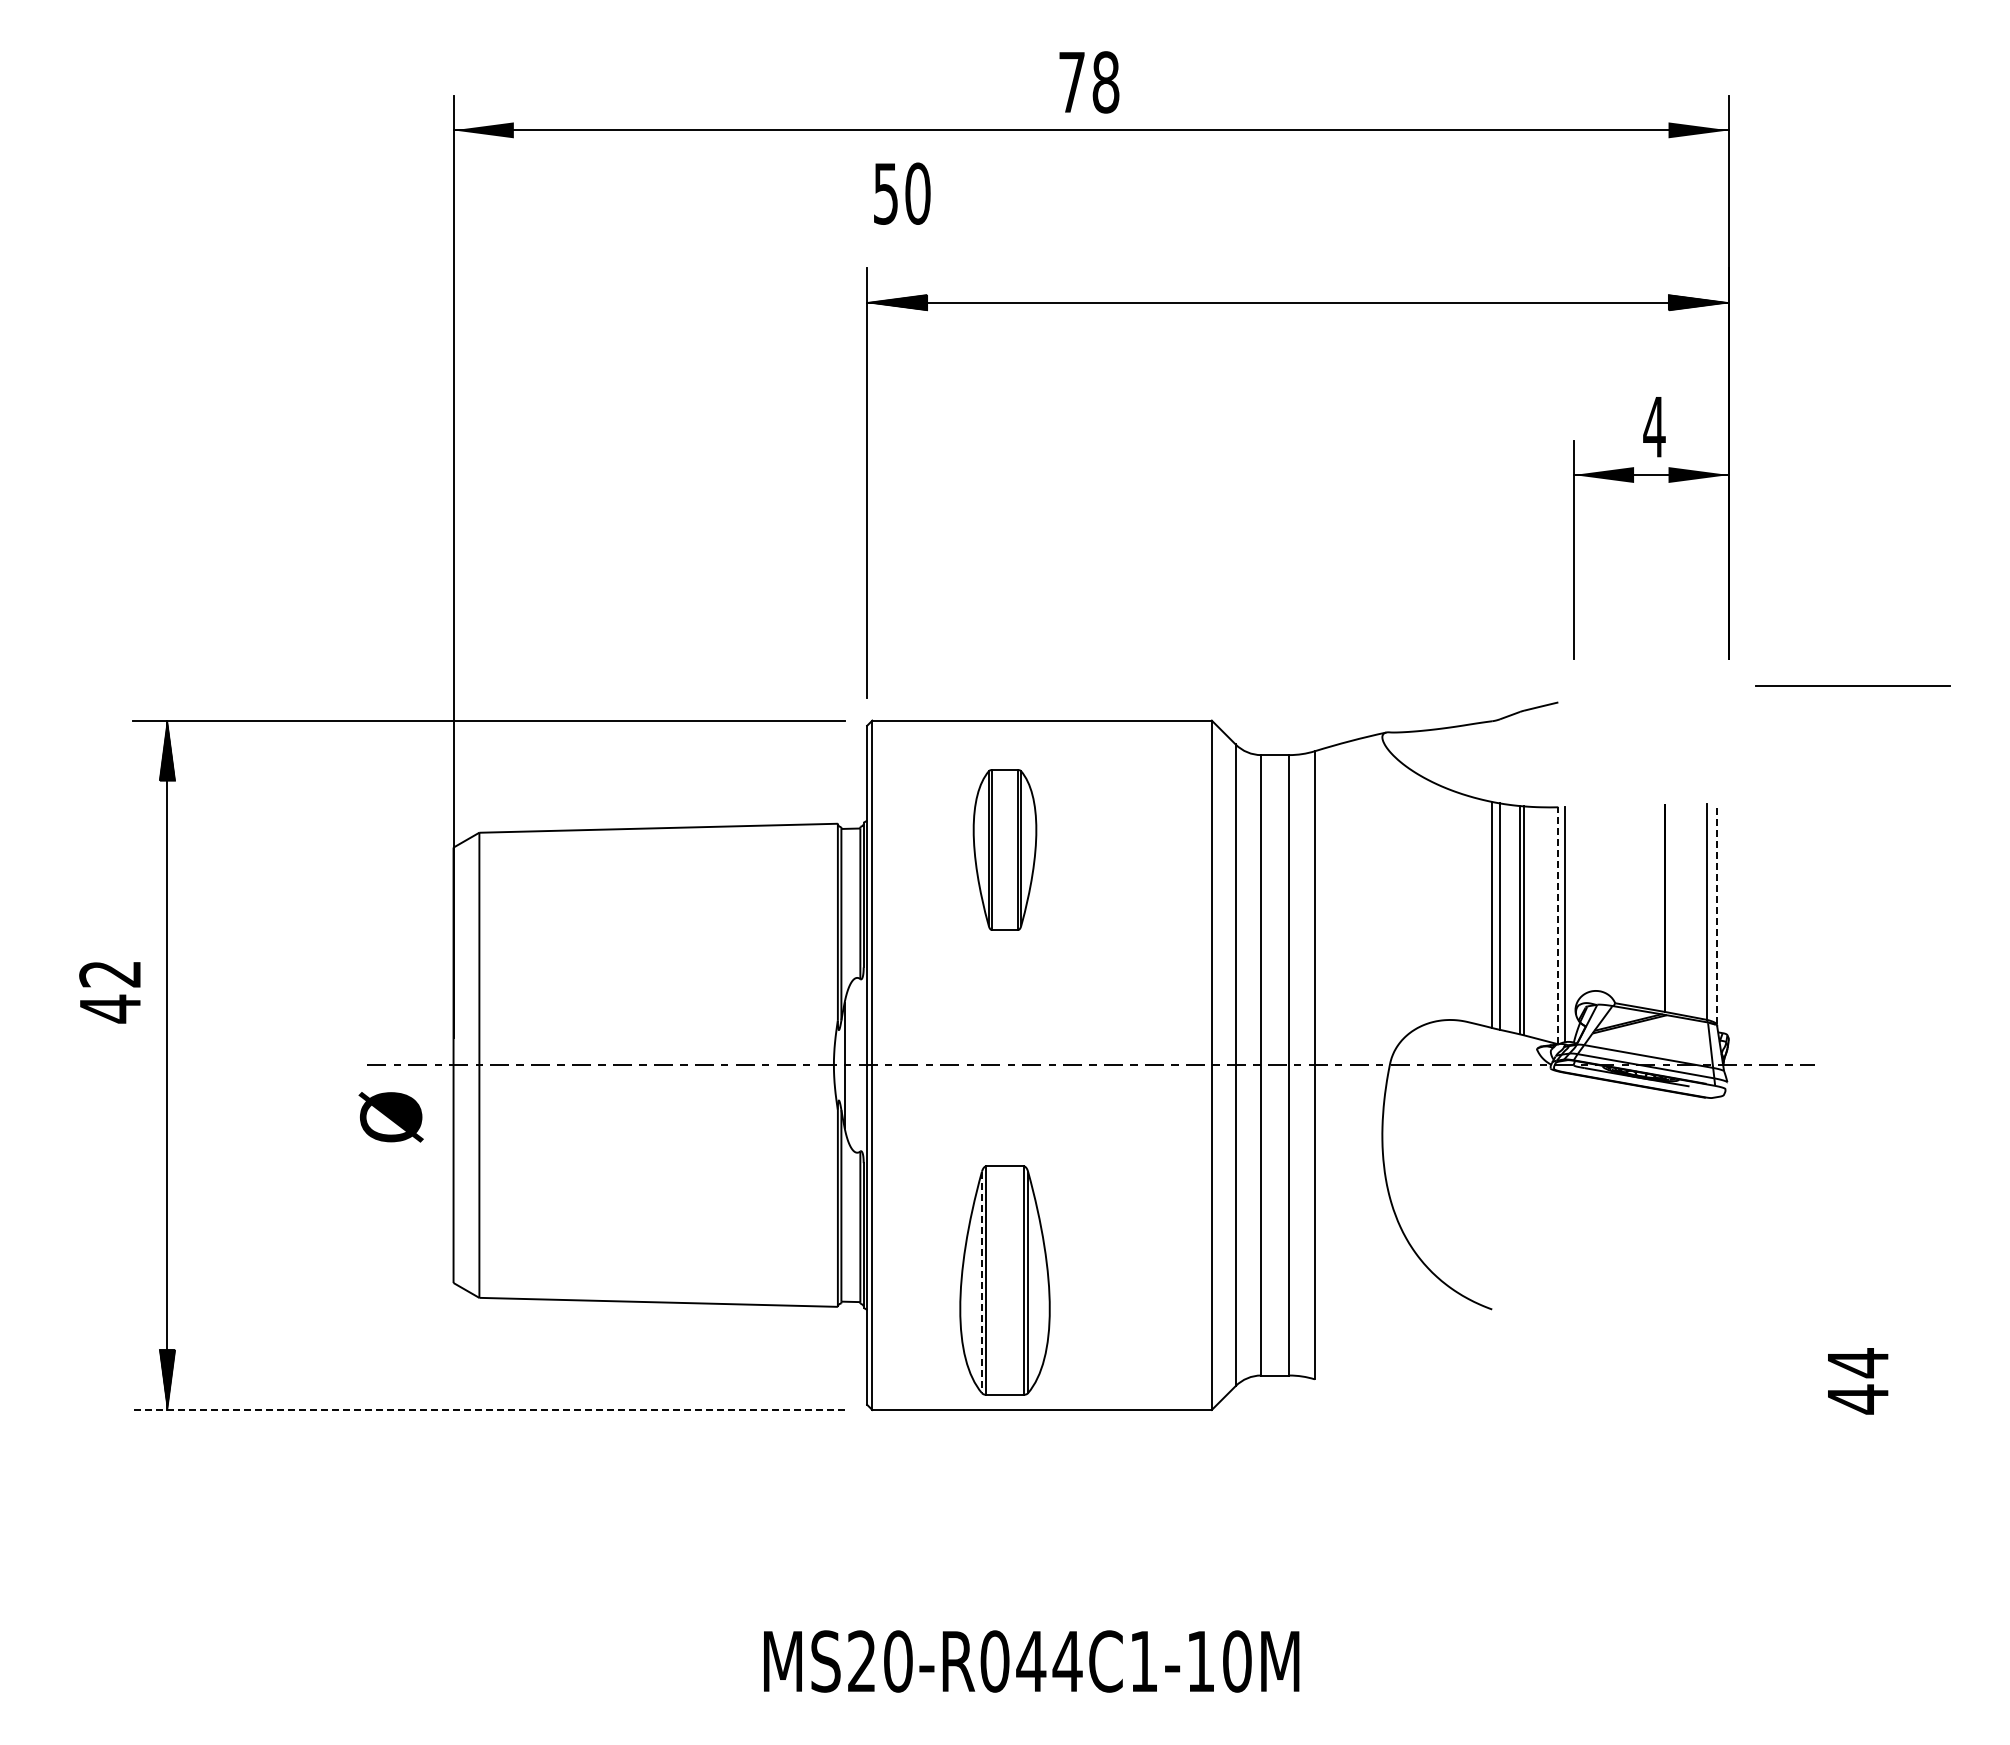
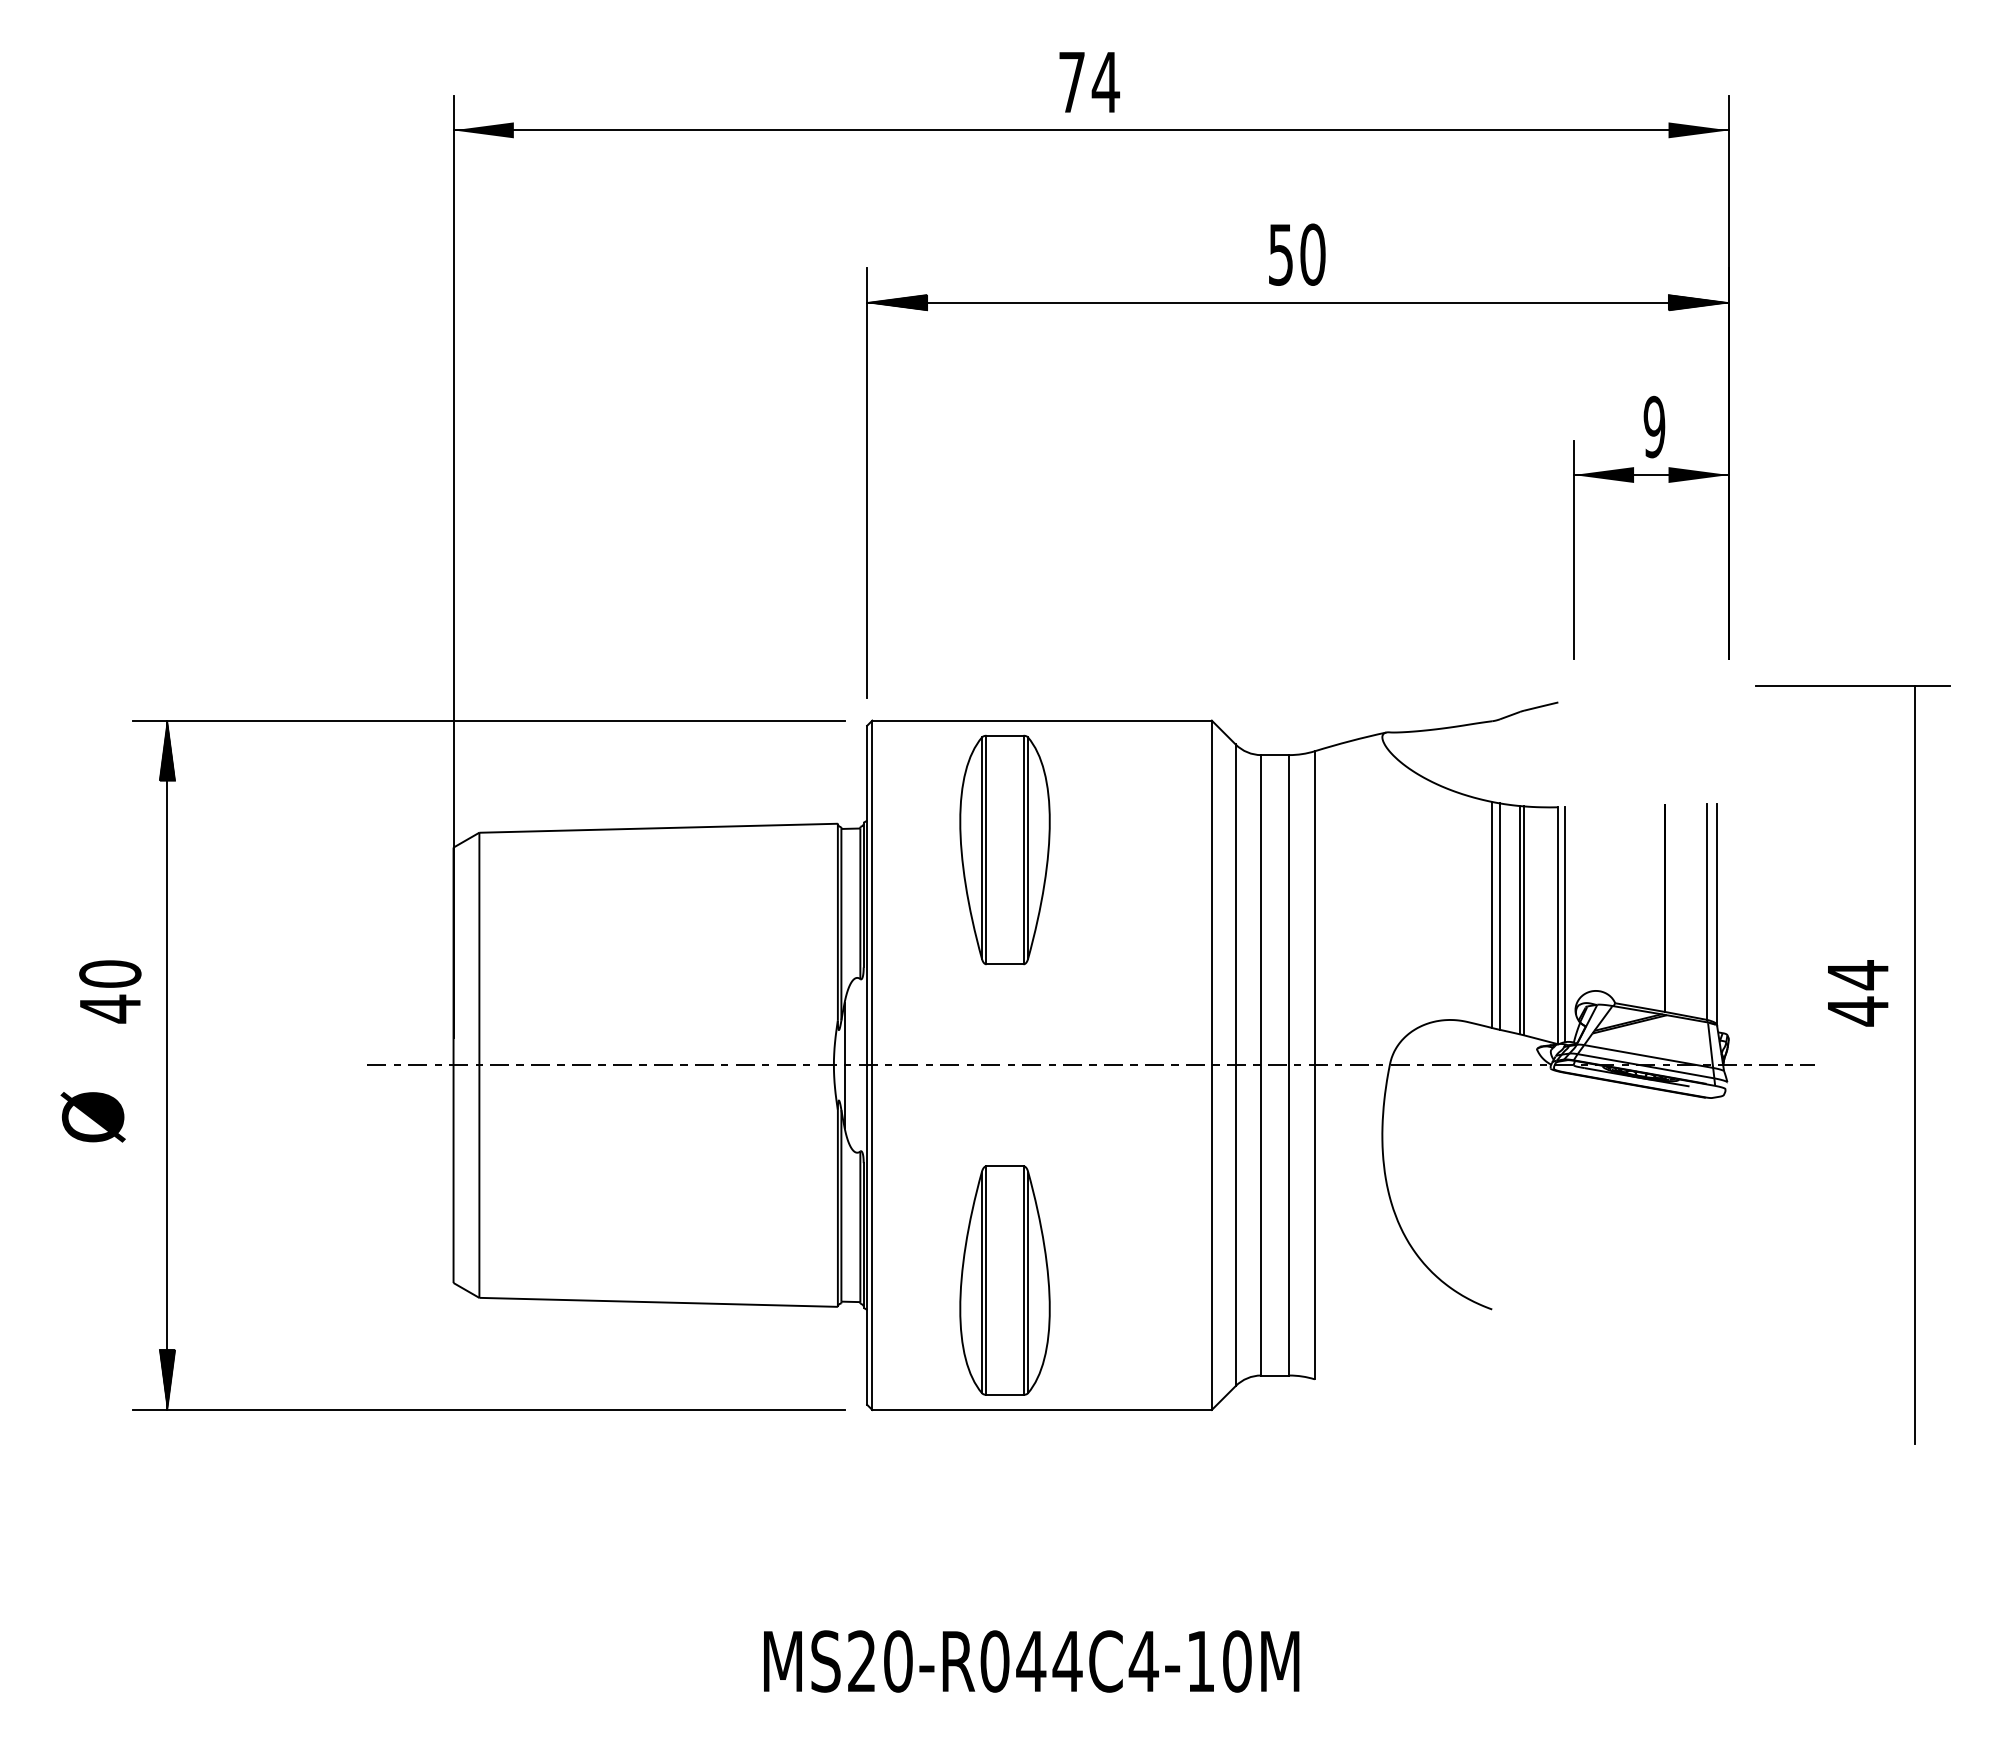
text at (1105, 82): 78 -> 74
text at (902, 193) position: (902, 193) -> (1297, 254)
text at (1654, 426): 4 -> 9
part at (1004, 849) size: 66x162 px -> 92x232 px
line at (1716, 913): dashed -> solid
line at (1558, 925): dashed -> solid
text at (110, 973): 42 -> 40
line at (1915, 1065): none -> present
text at (390, 1117) position: (390, 1117) -> (92, 1117)
line at (981, 1282): dashed -> solid
text at (1858, 1381) position: (1858, 1381) -> (1858, 993)
line at (488, 1409): dashed -> solid
text at (1143, 1661): MS20-R044C1-10M -> MS20-R044C4-10M
